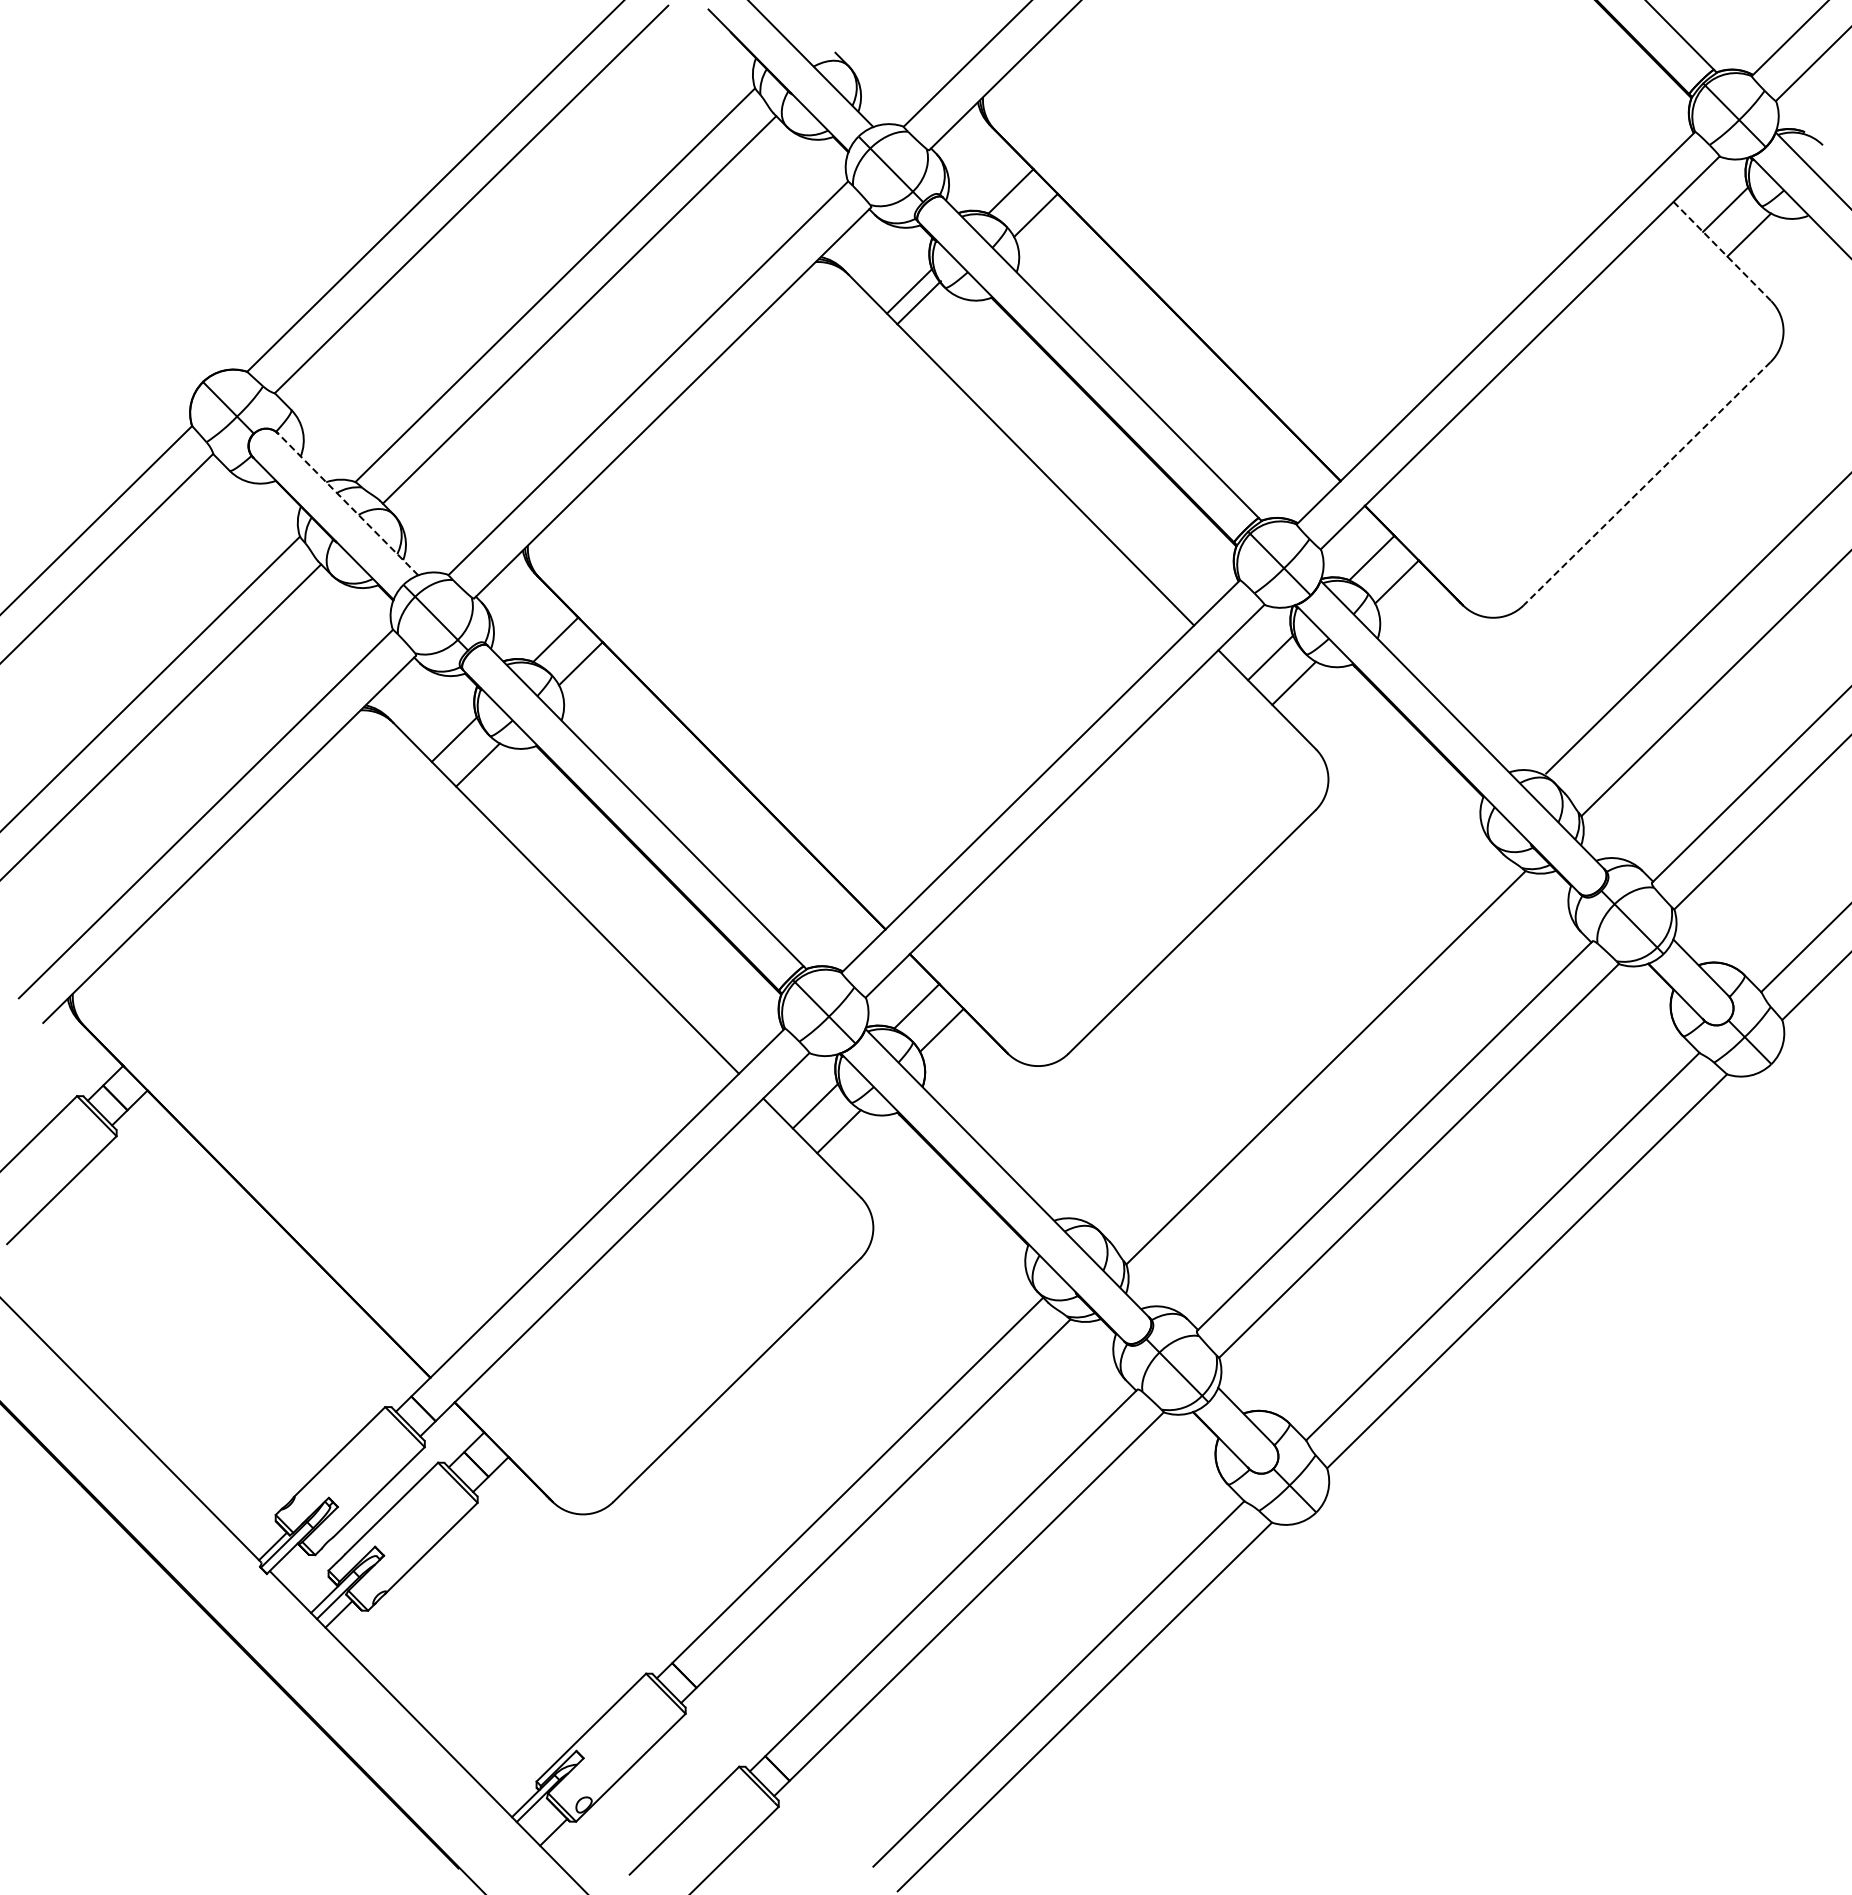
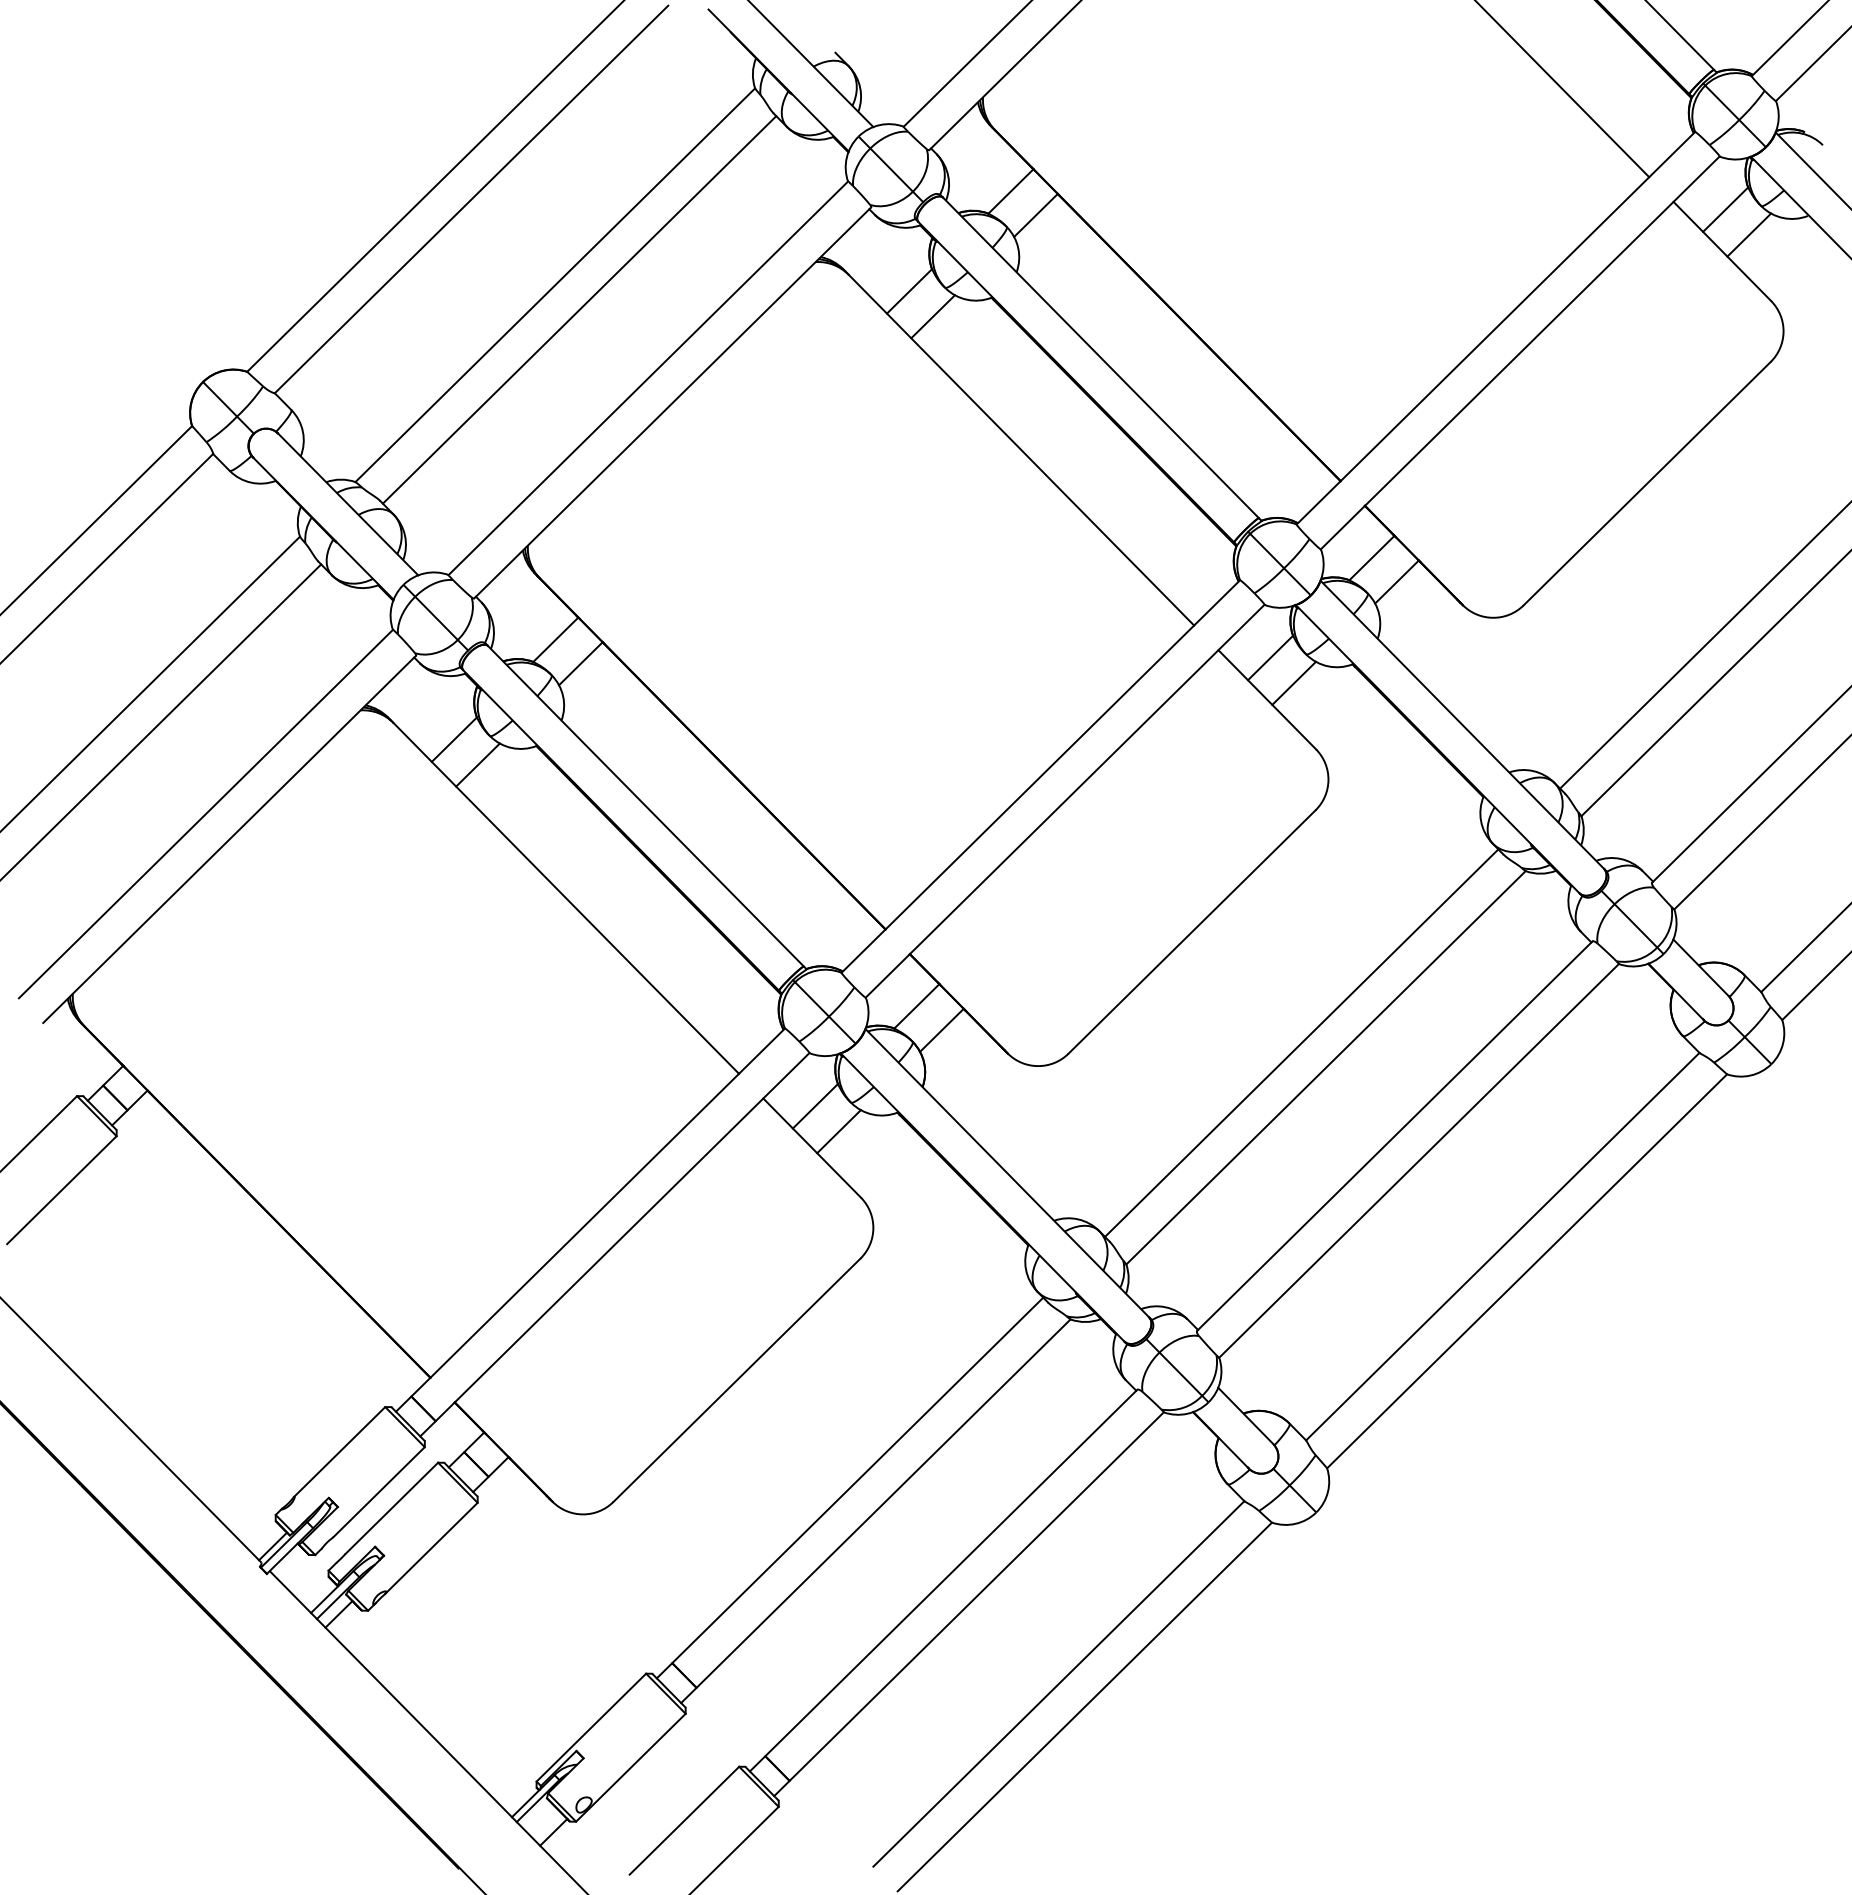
line at (1563, 89): none -> present
line at (1722, 251): dashed -> solid
line at (918, 302) position: (918, 302) -> (932, 316)
line at (1646, 484): dashed -> solid
line at (348, 504): dashed -> solid
line at (1697, 624) position: (1697, 624) -> (1704, 646)
line at (1301, 1042): none -> present
